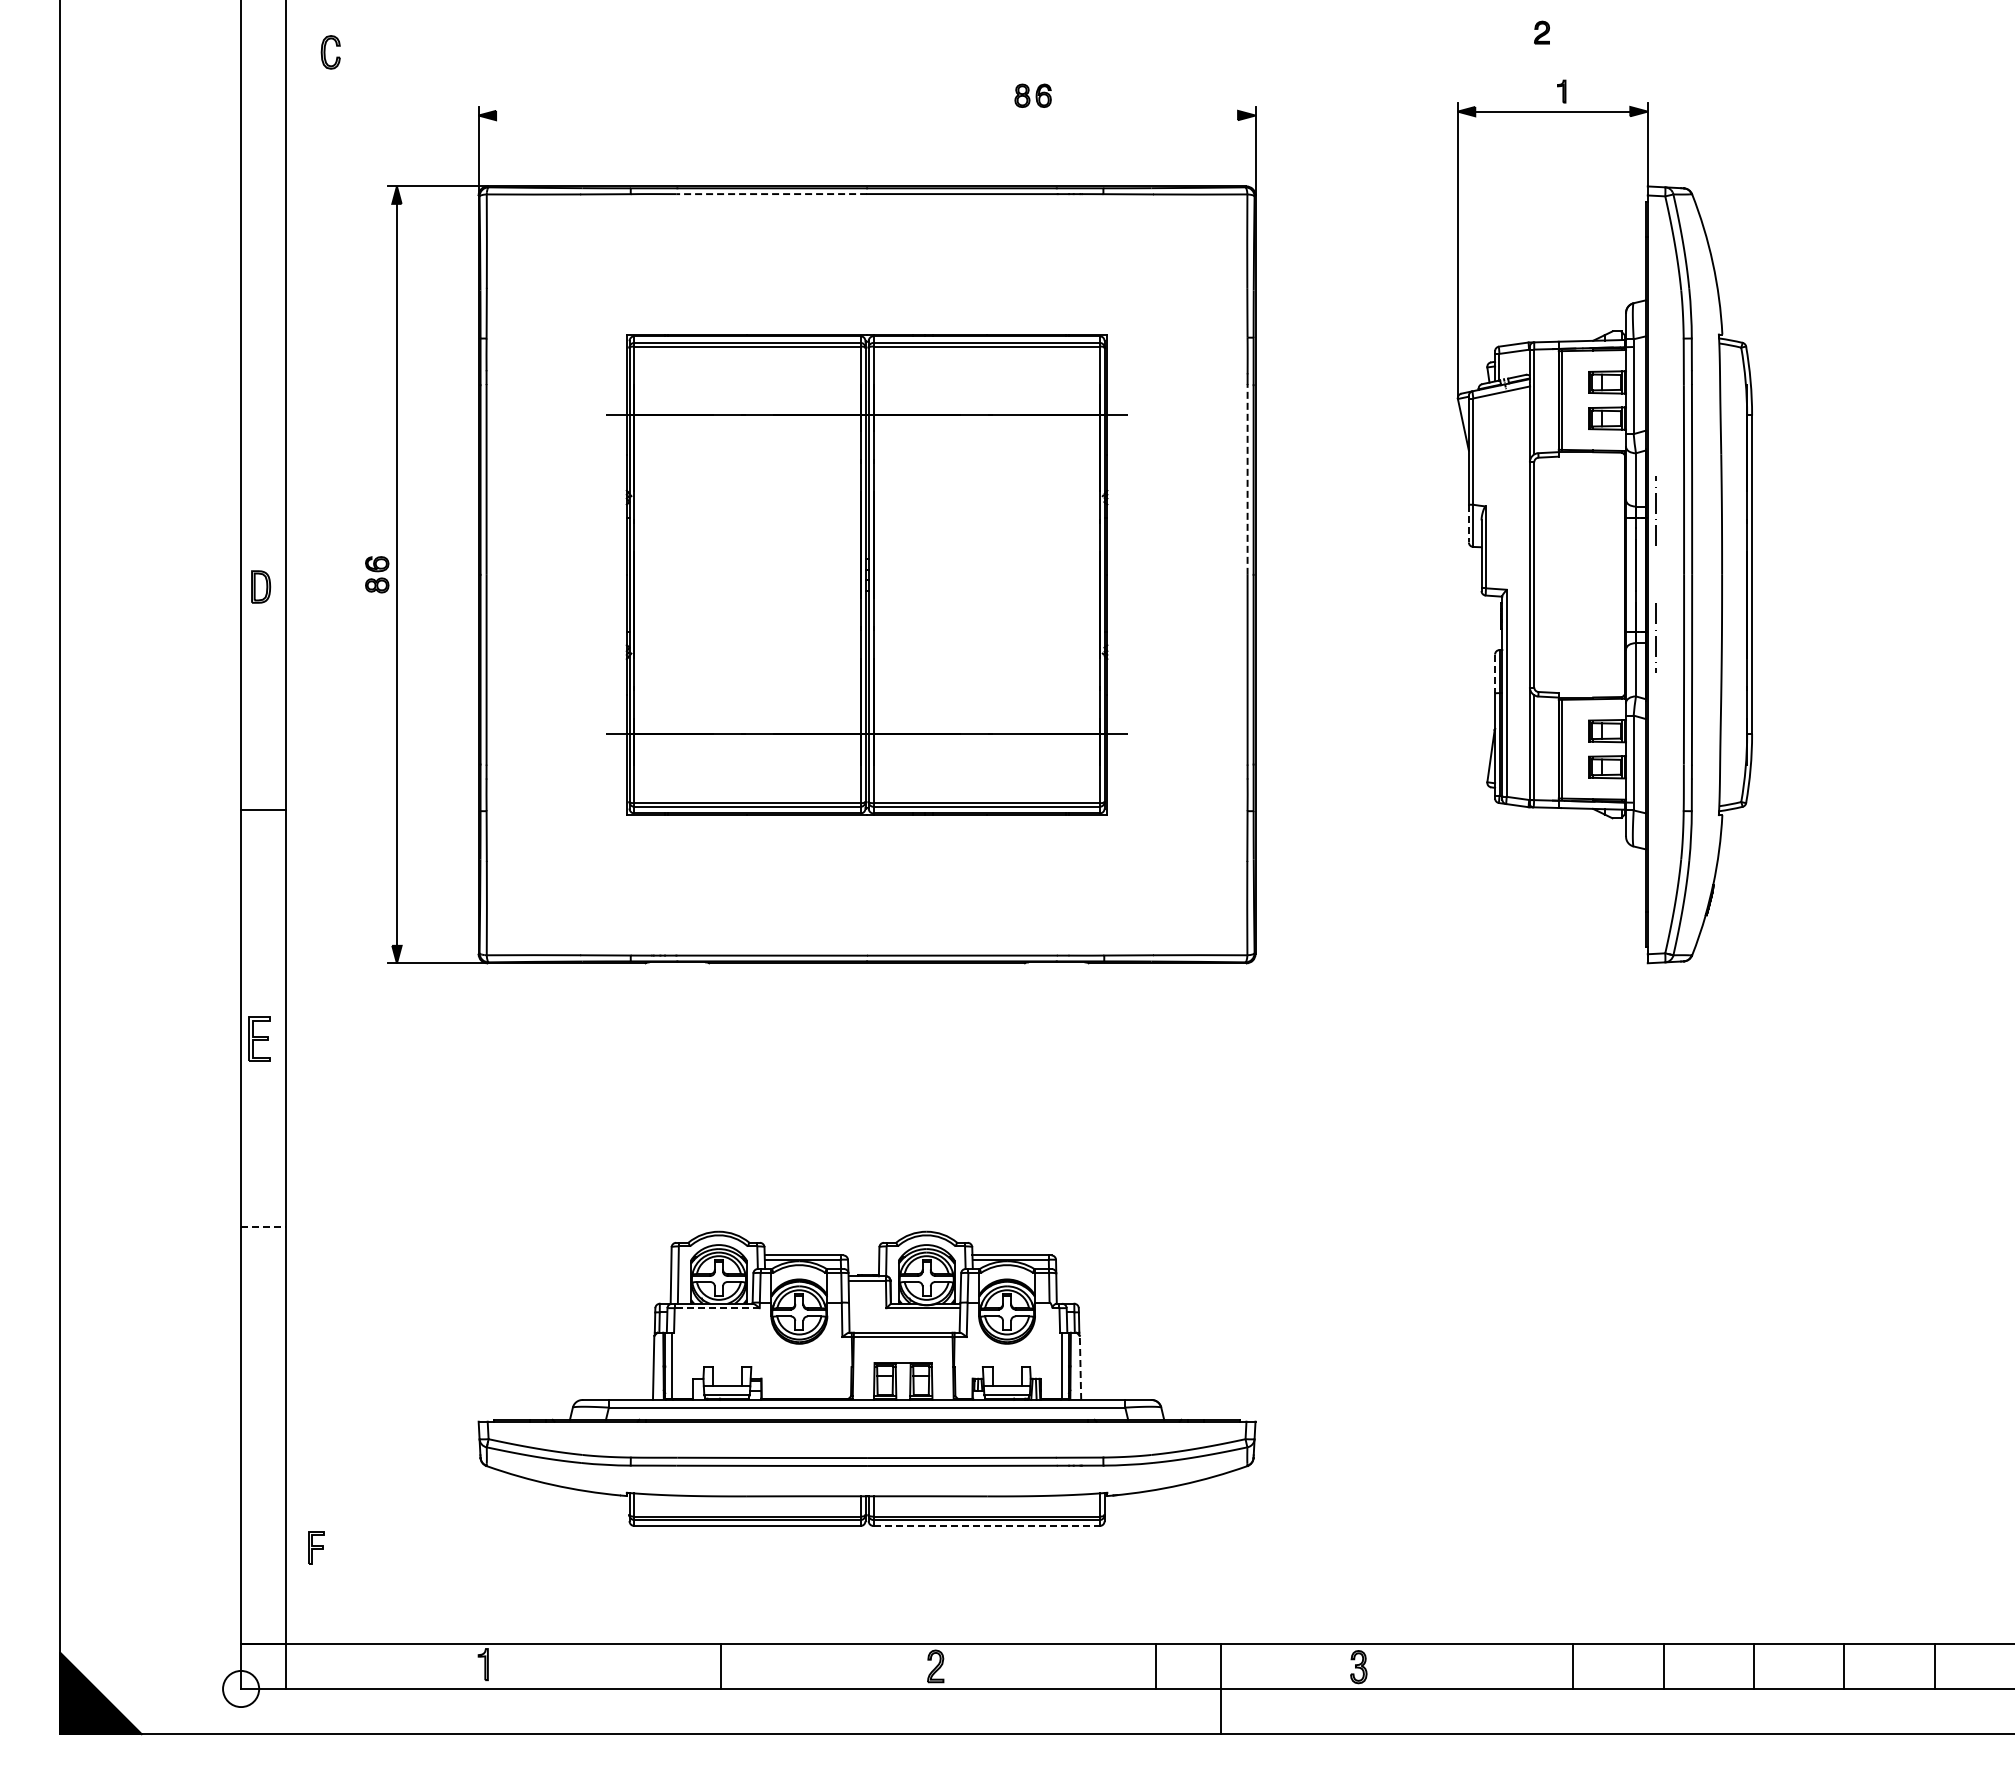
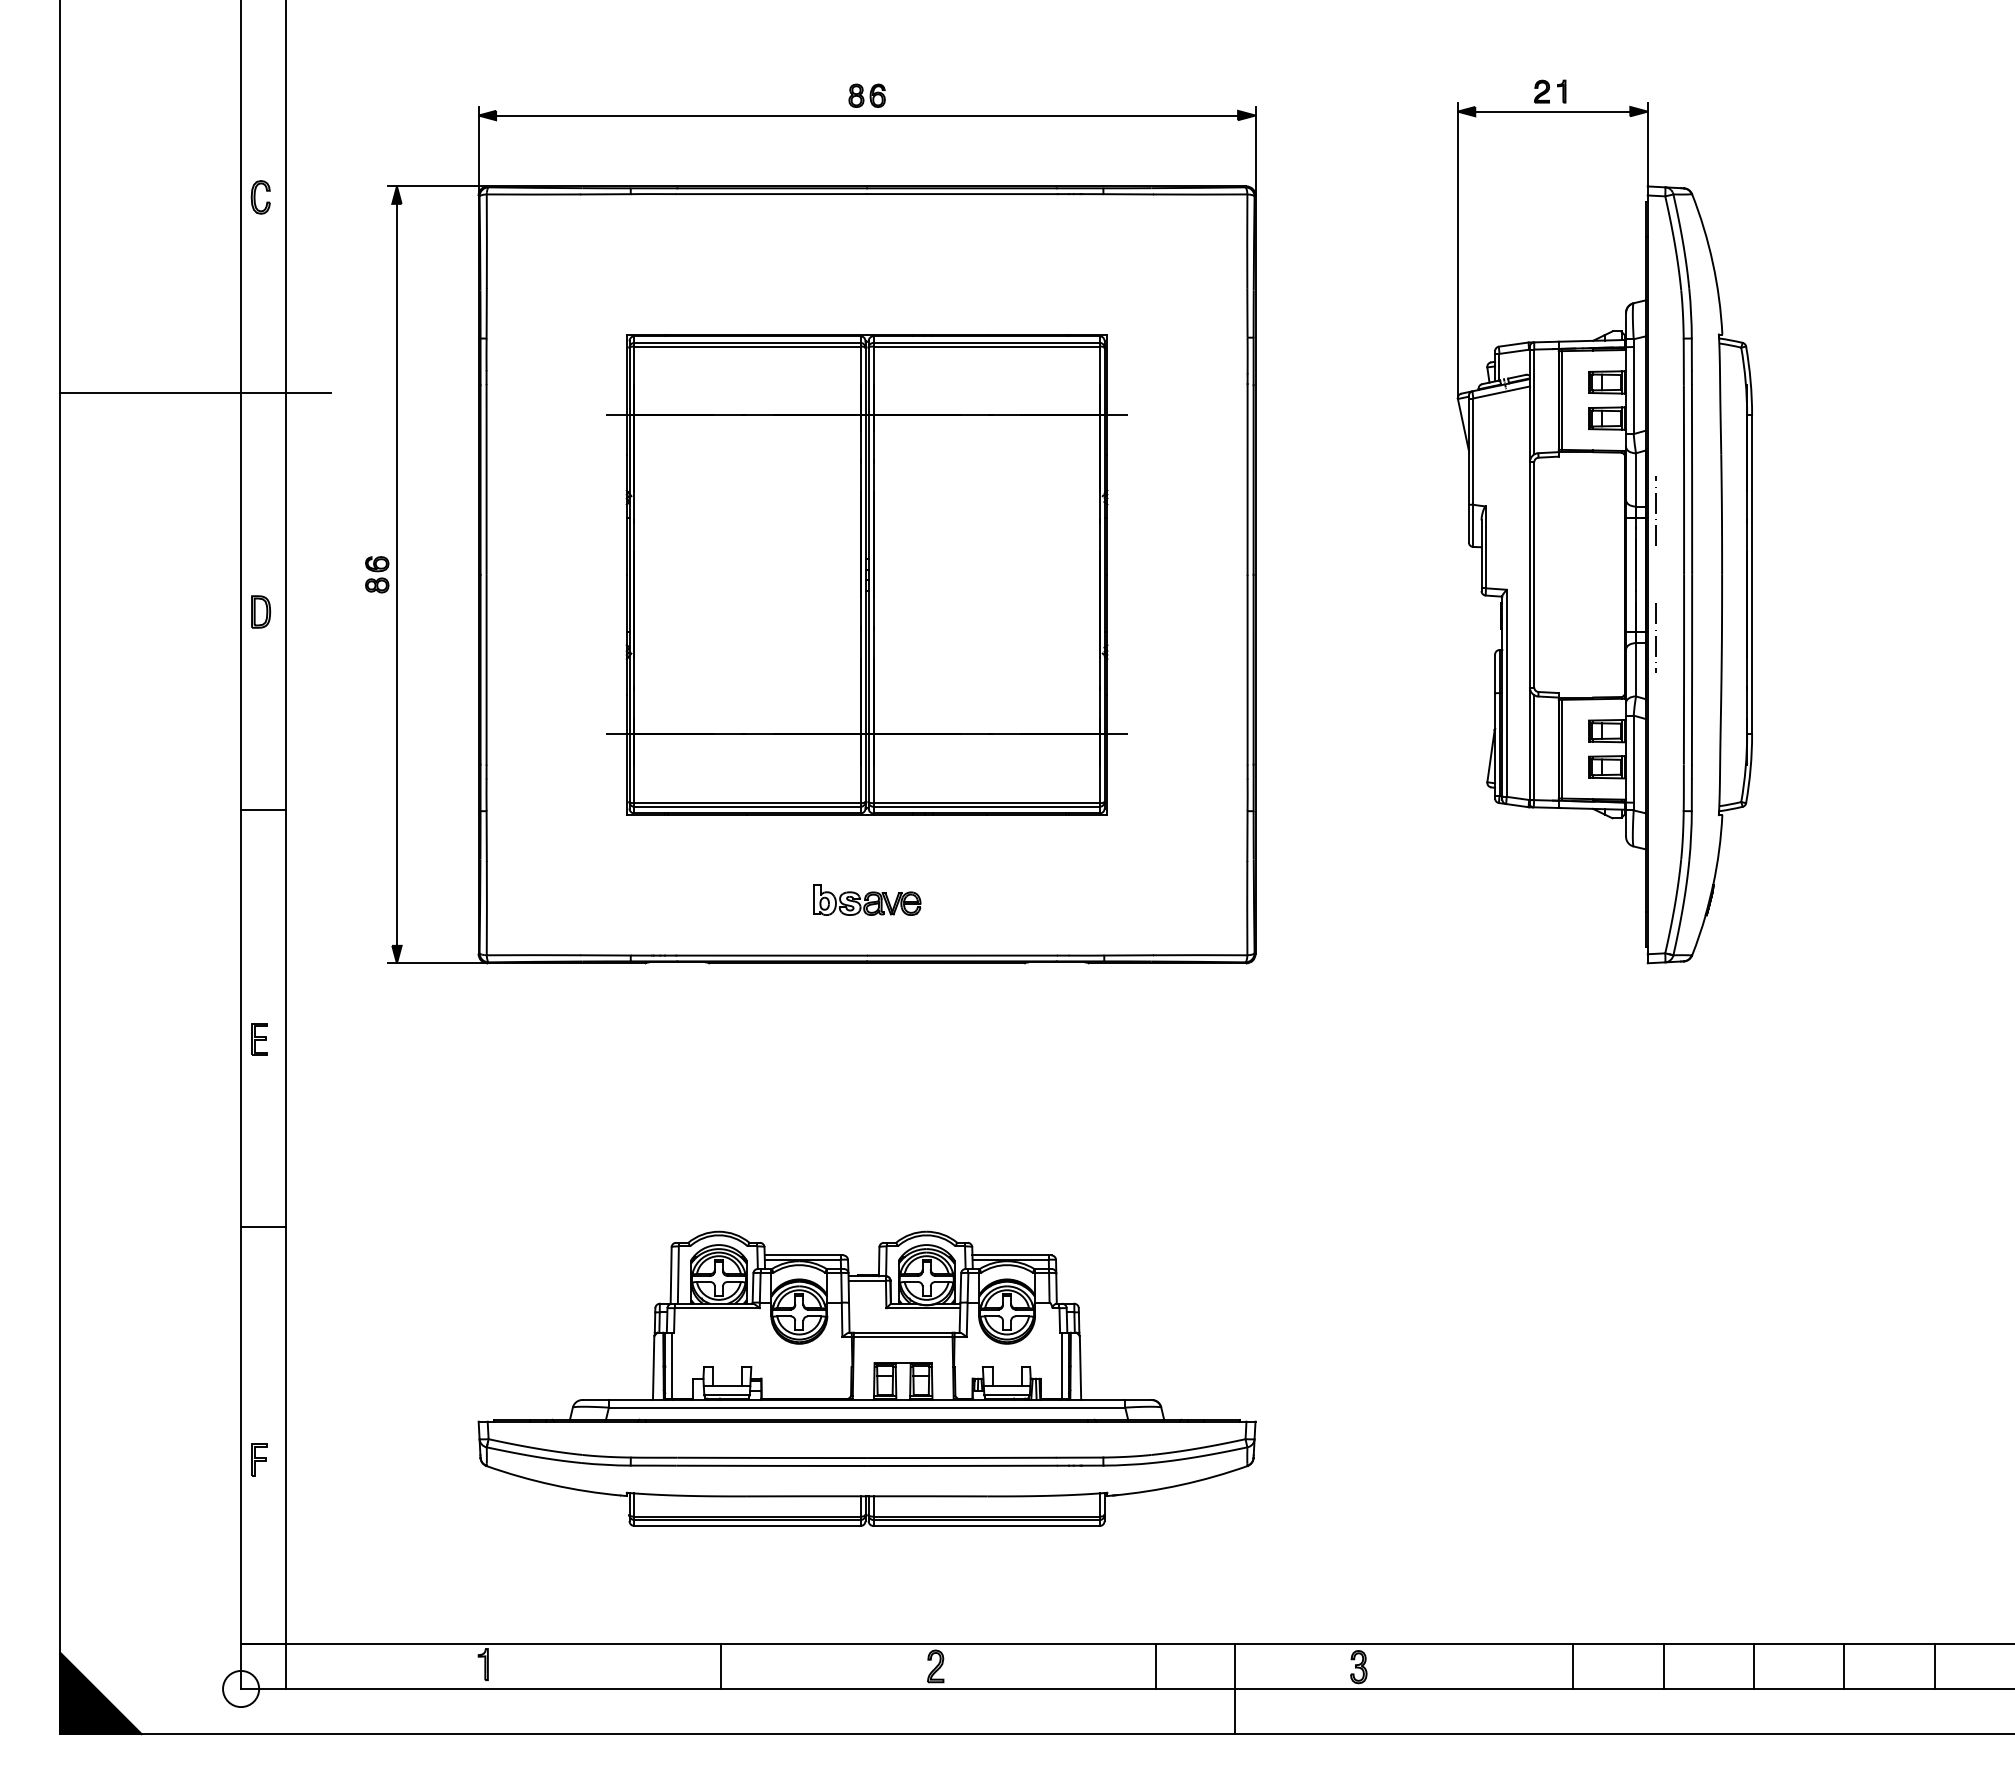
part at (1541, 32) position: (1541, 32) -> (1541, 91)
part at (330, 52) position: (330, 52) -> (260, 197)
part at (1032, 95) position: (1032, 95) -> (866, 95)
line at (867, 115): none -> present
line at (771, 194): dashed -> solid
line at (195, 392): none -> present
line at (1247, 478): dashed -> solid
line at (1468, 523): dashed -> solid
part at (261, 586) position: (261, 586) -> (261, 611)
line at (1495, 674): dashed -> solid
part at (867, 899): none -> present
part at (259, 1038) size: 23x46 px -> 17x33 px
line at (263, 1226): dashed -> solid
line at (717, 1308): dashed -> solid
line at (1080, 1367): dashed -> solid
line at (987, 1526): dashed -> solid
part at (316, 1547) position: (316, 1547) -> (259, 1459)
line at (1220, 1688) position: (1220, 1688) -> (1234, 1688)
